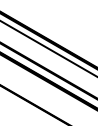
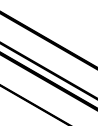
line at (48, 48): present -> none
